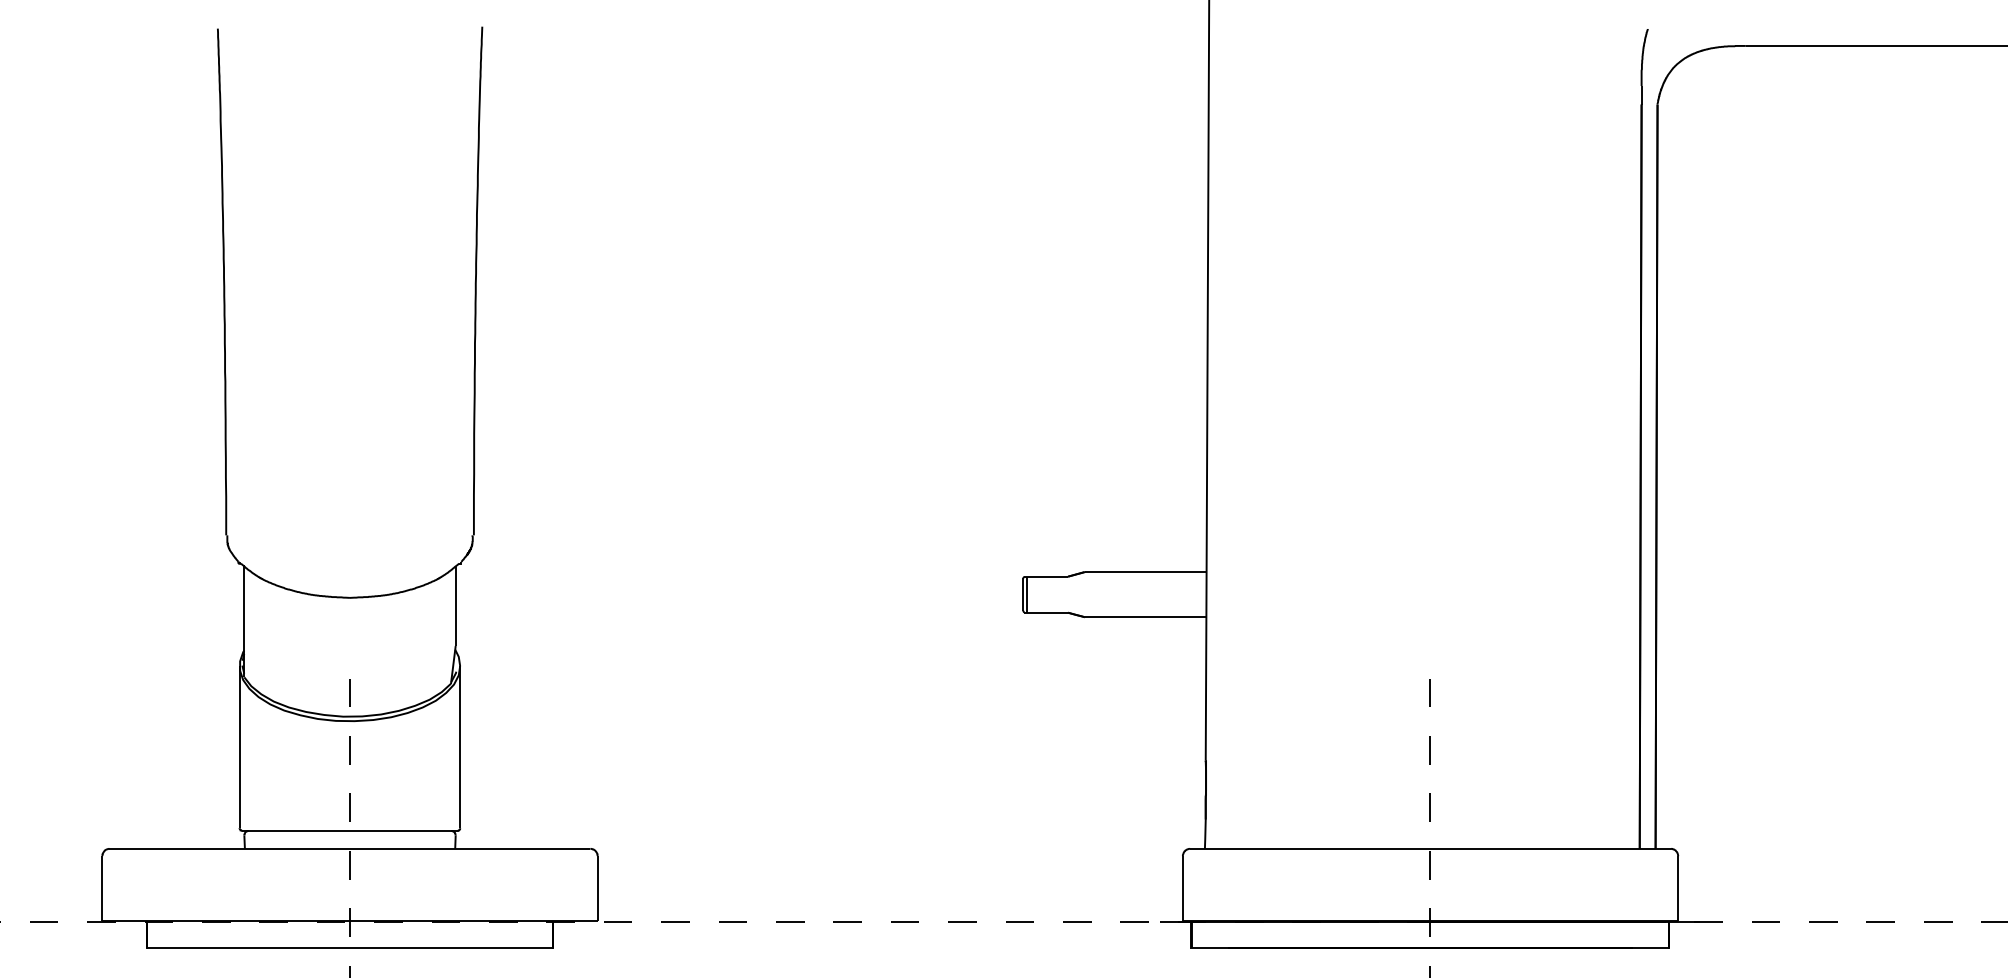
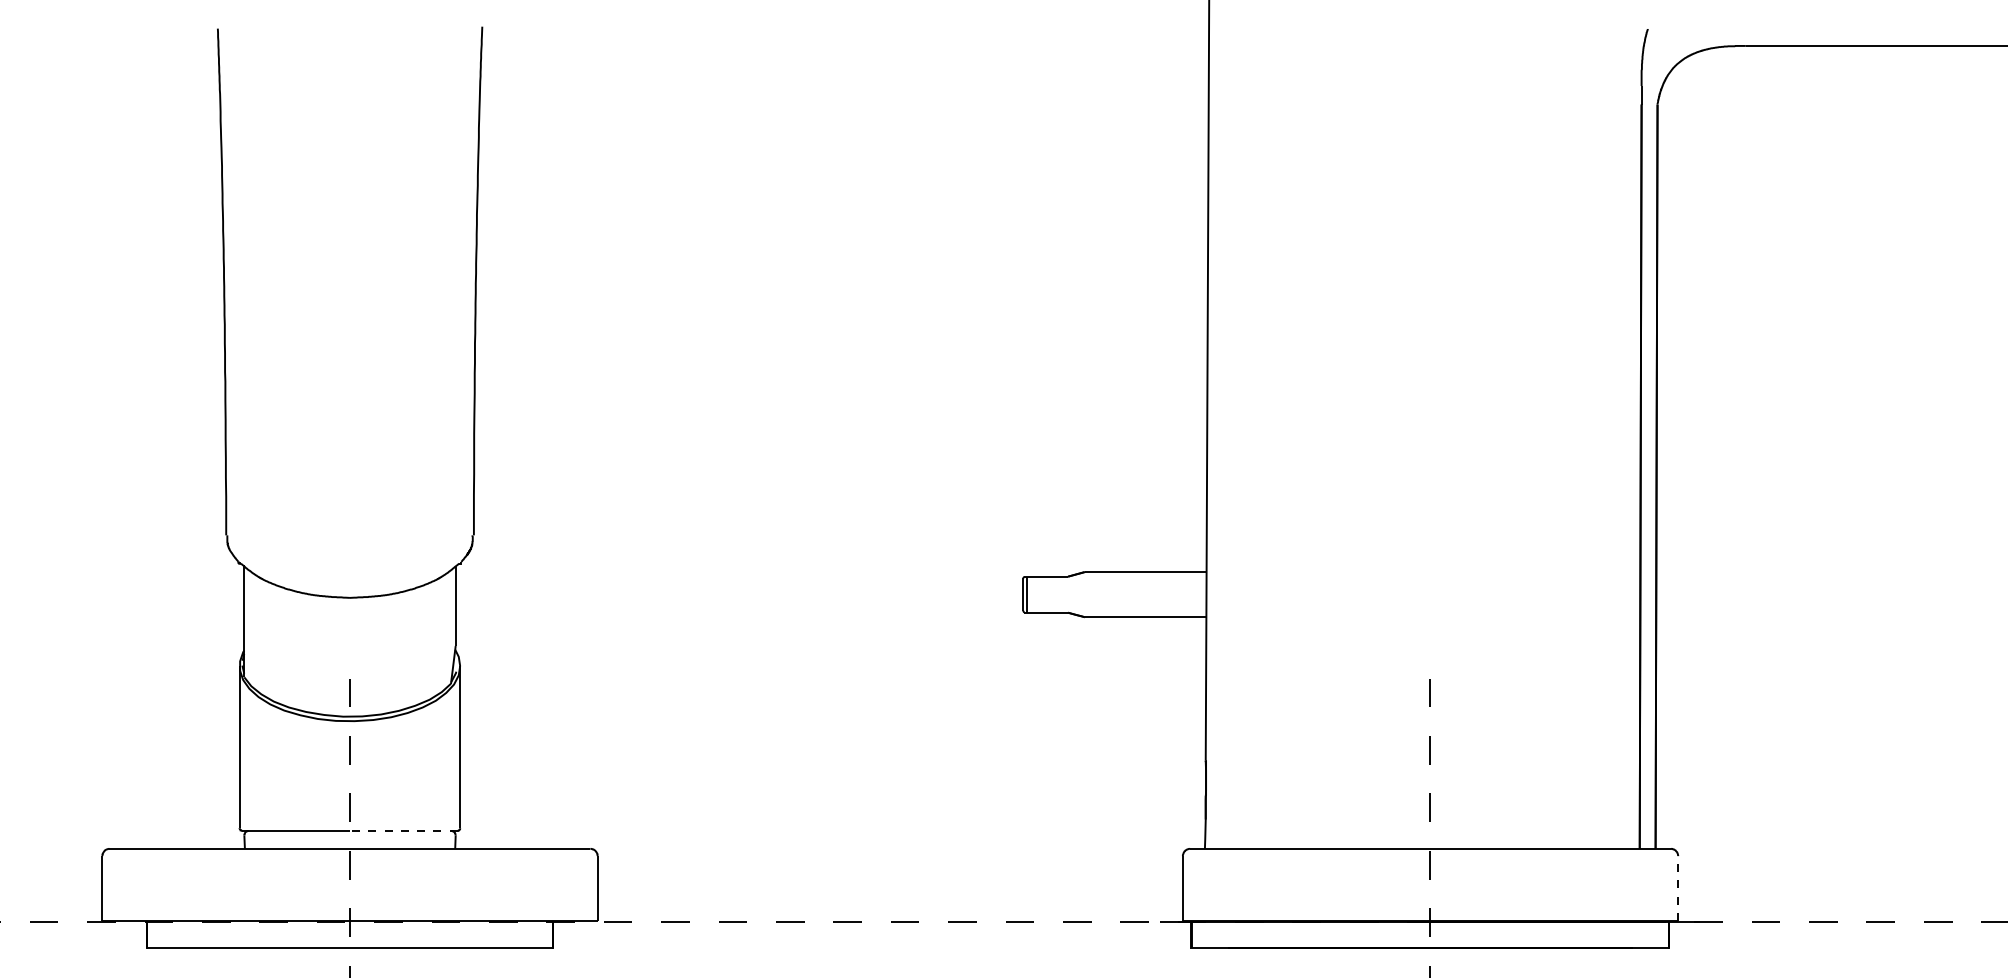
line at (403, 830): solid -> dashed
line at (1678, 888): solid -> dashed
